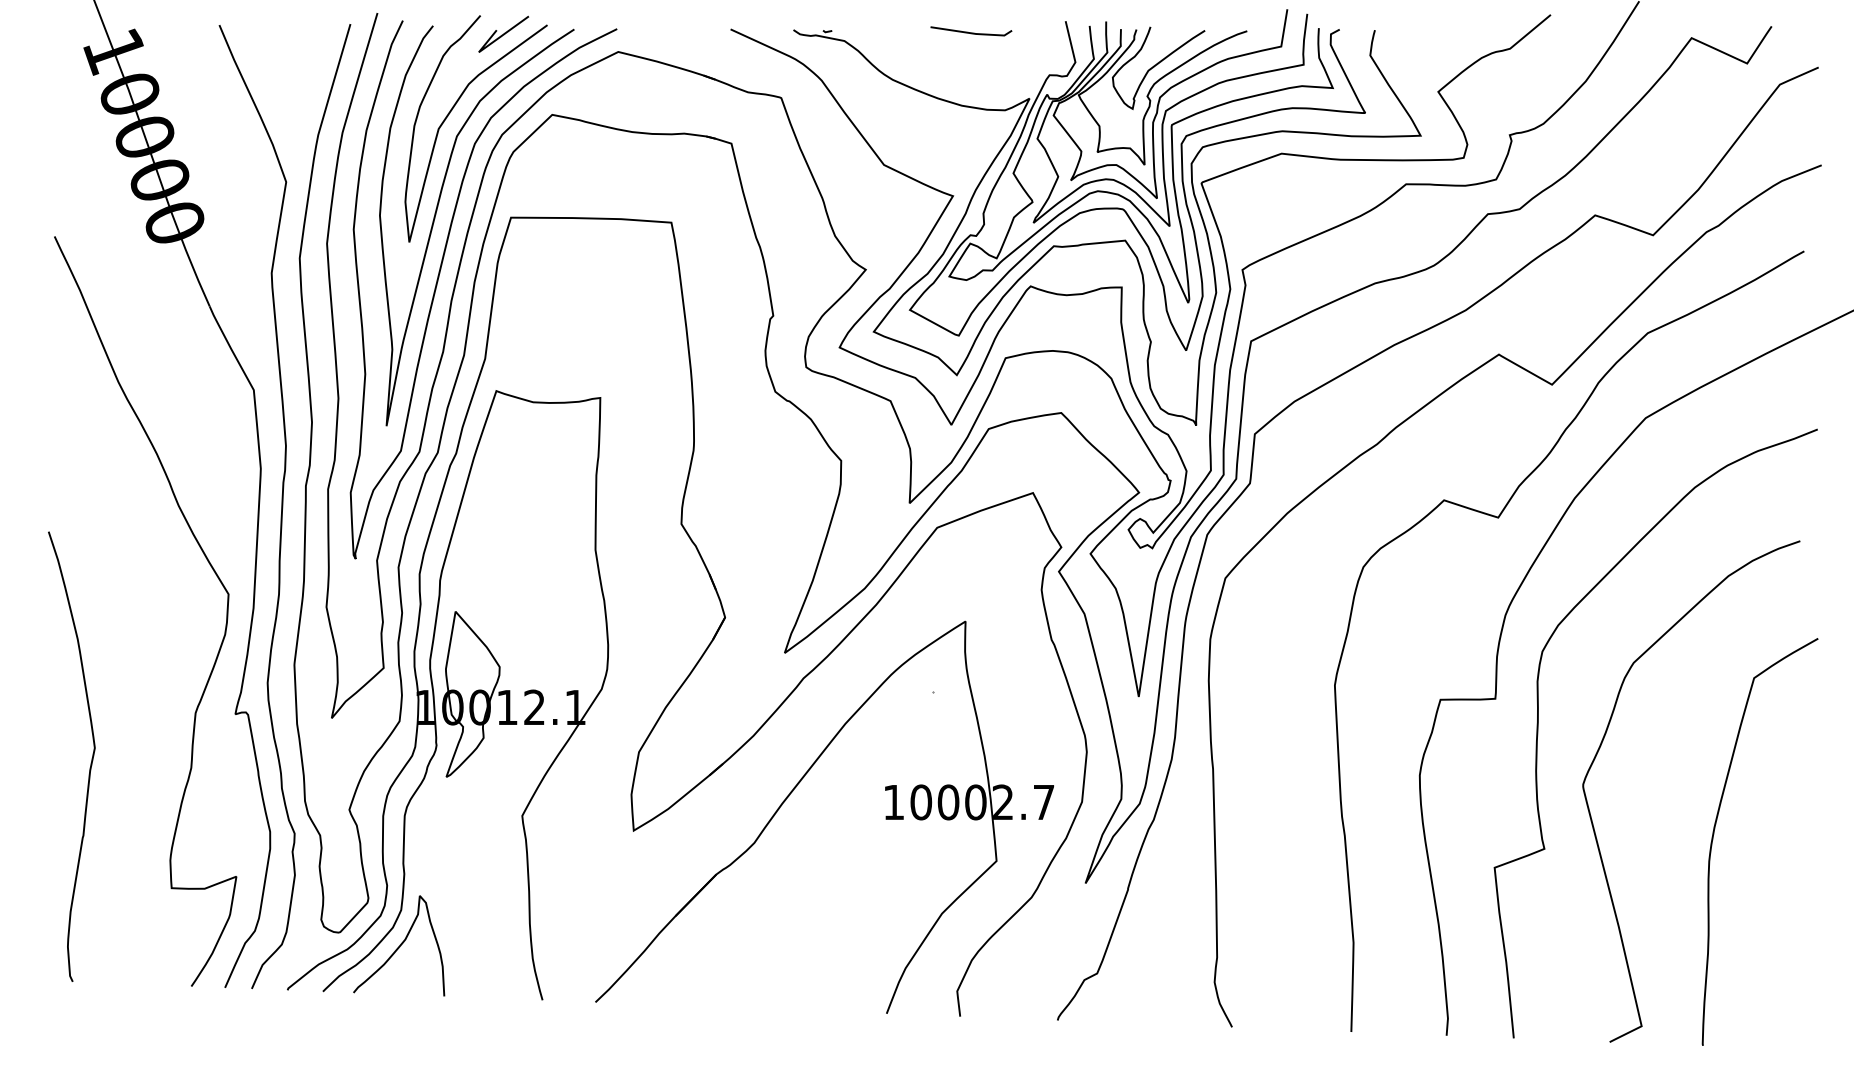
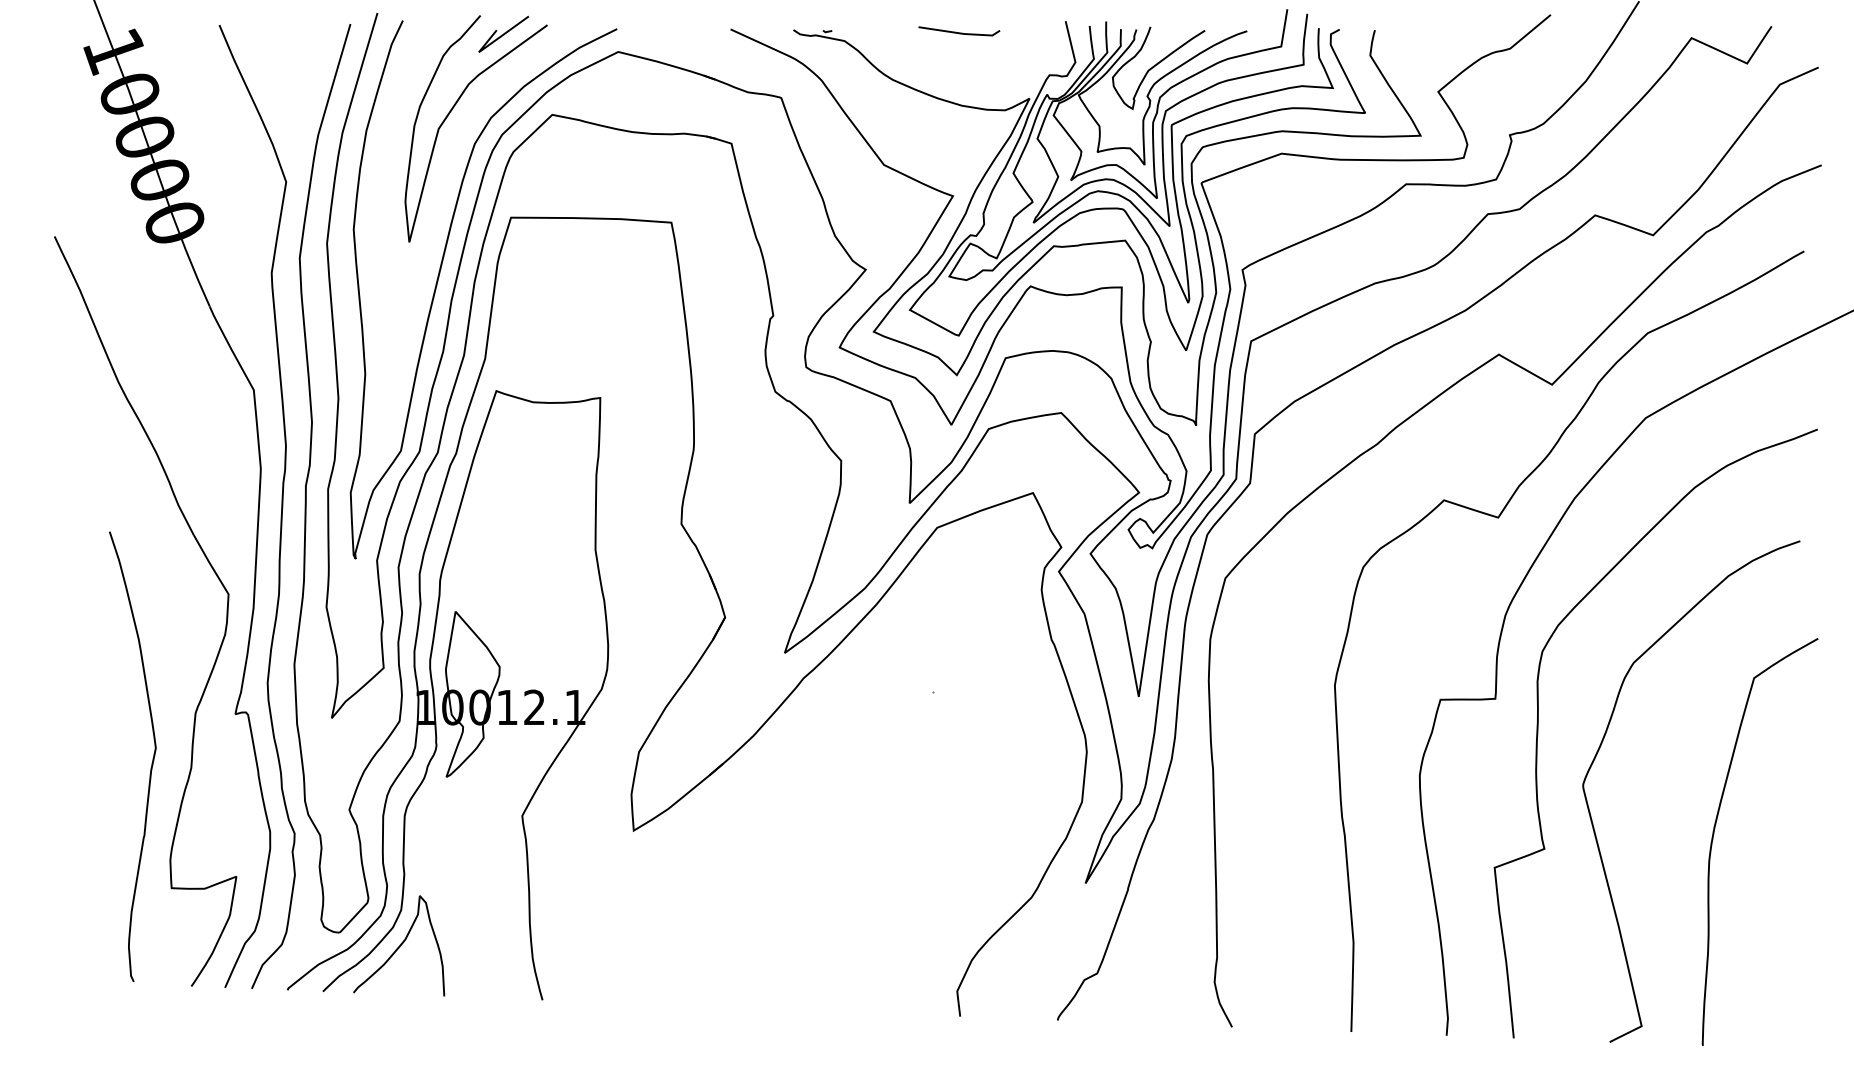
line at (971, 32) position: (971, 32) -> (959, 32)
curve at (436, 214): present -> none
curve at (91, 758) position: (91, 758) -> (152, 758)
part at (793, 791): present -> none
